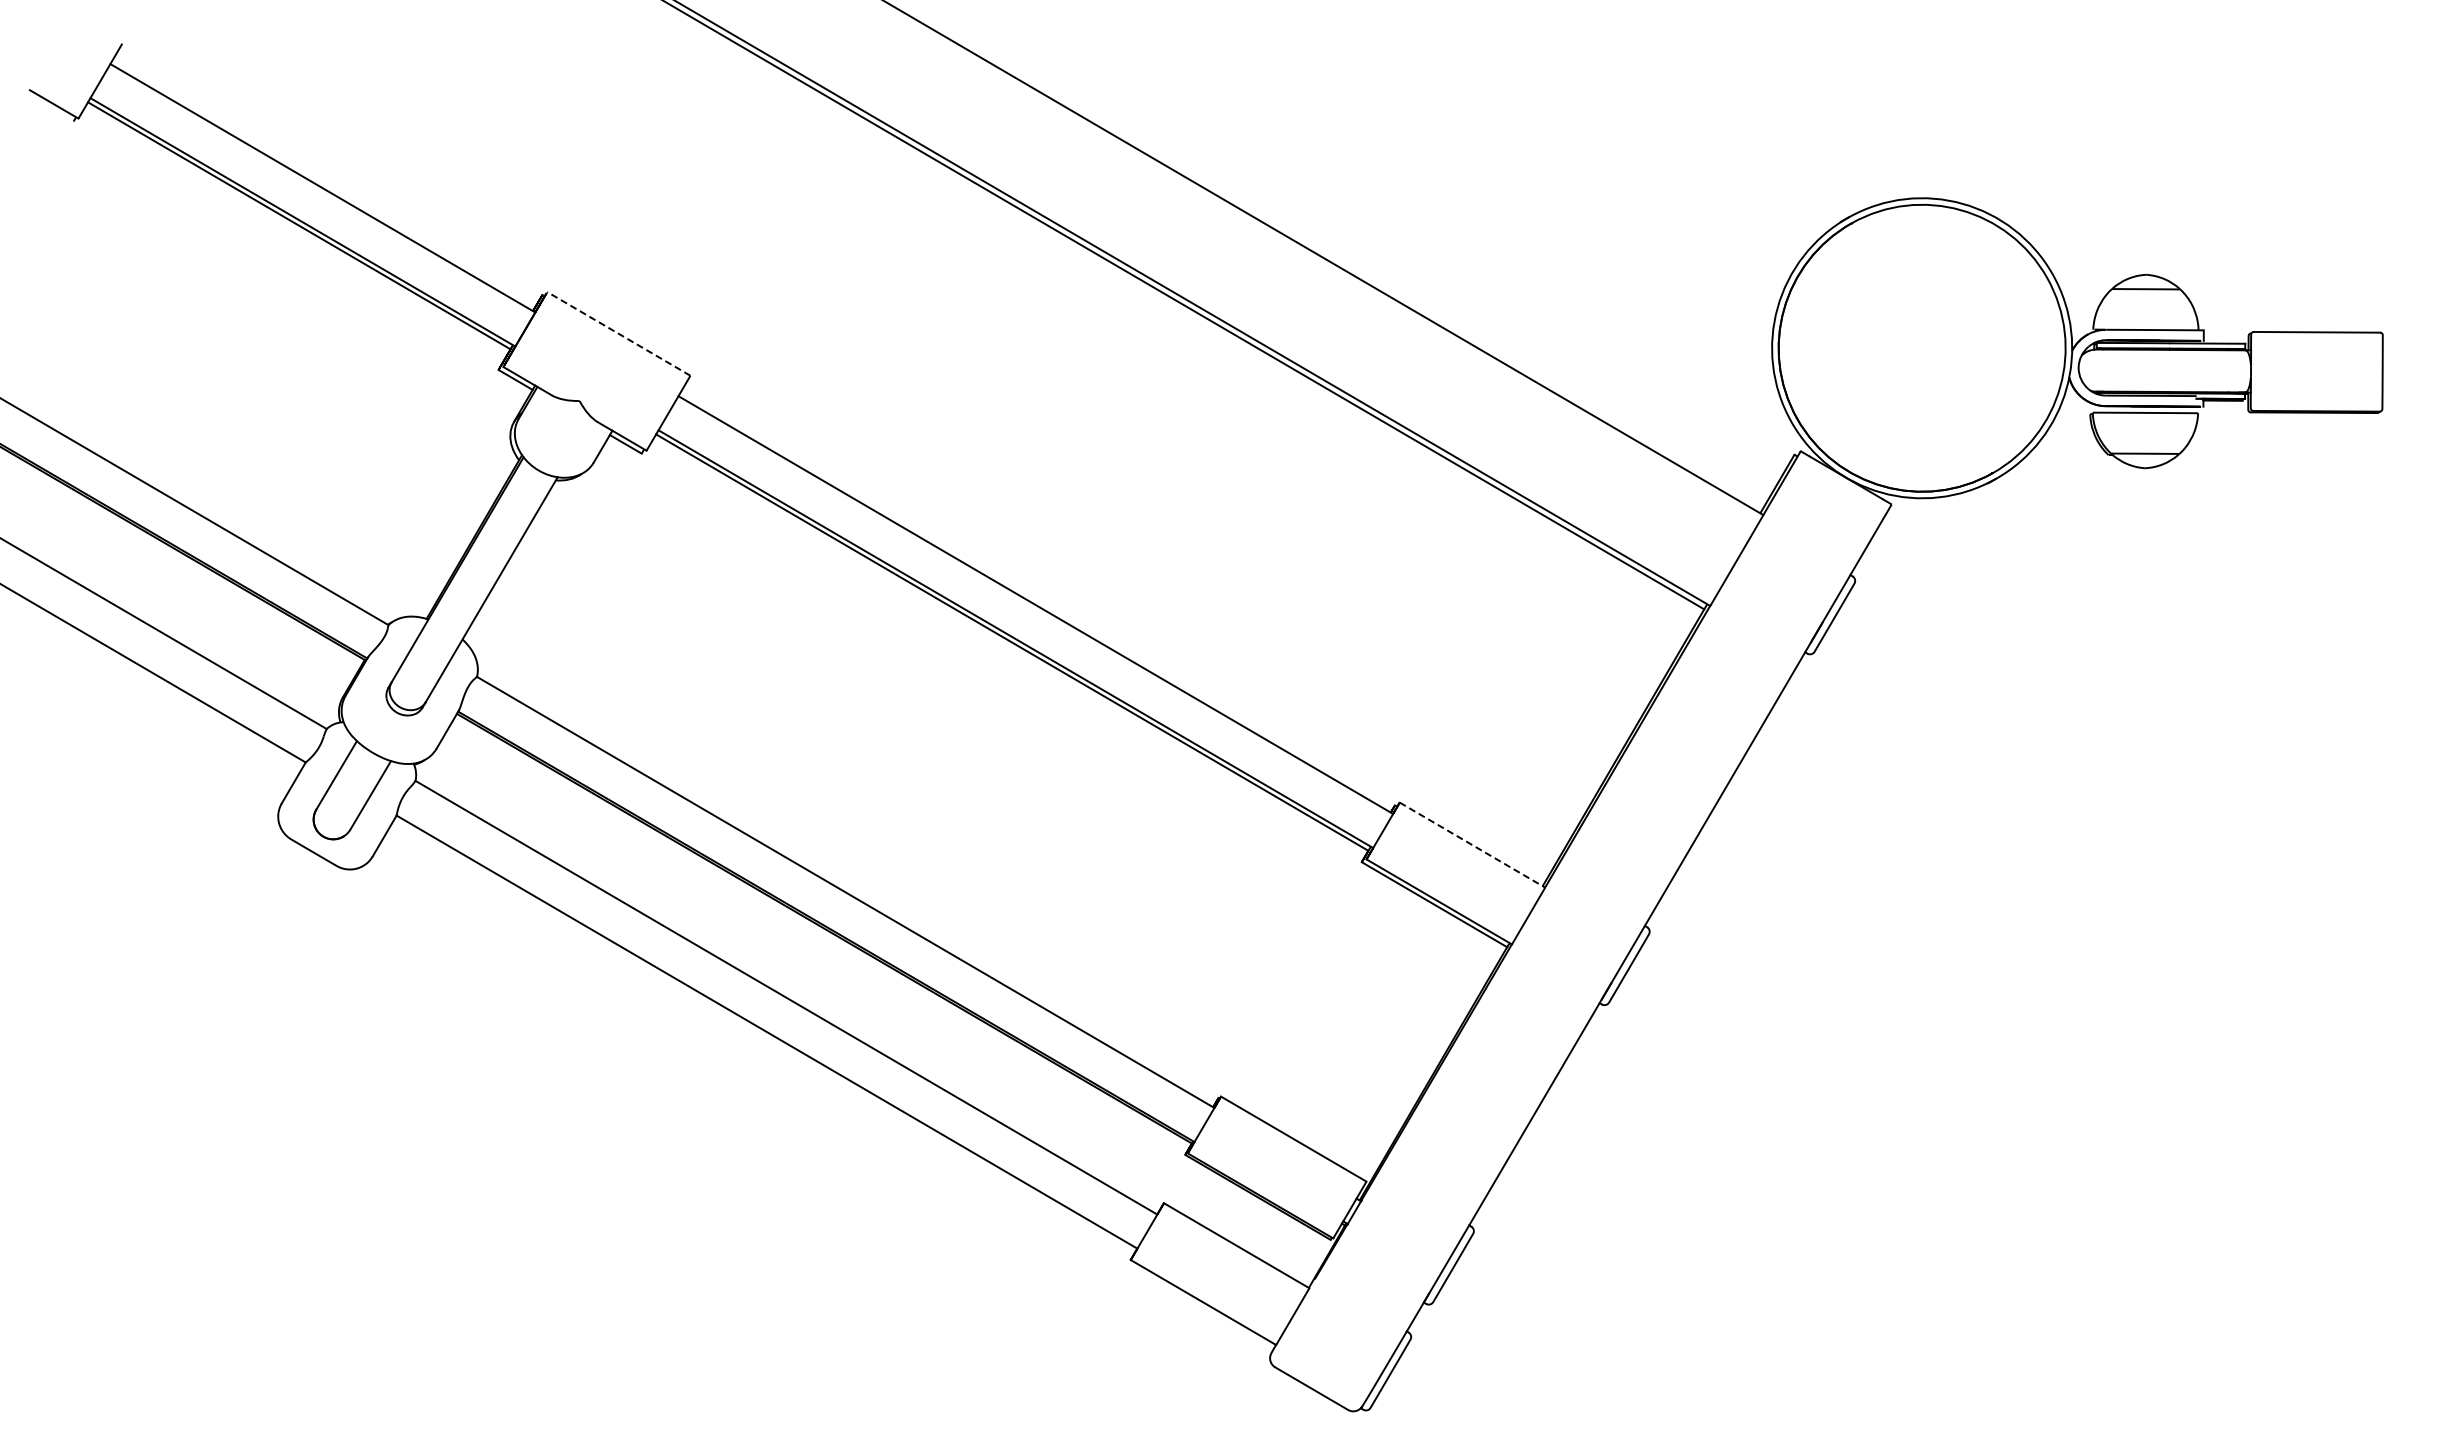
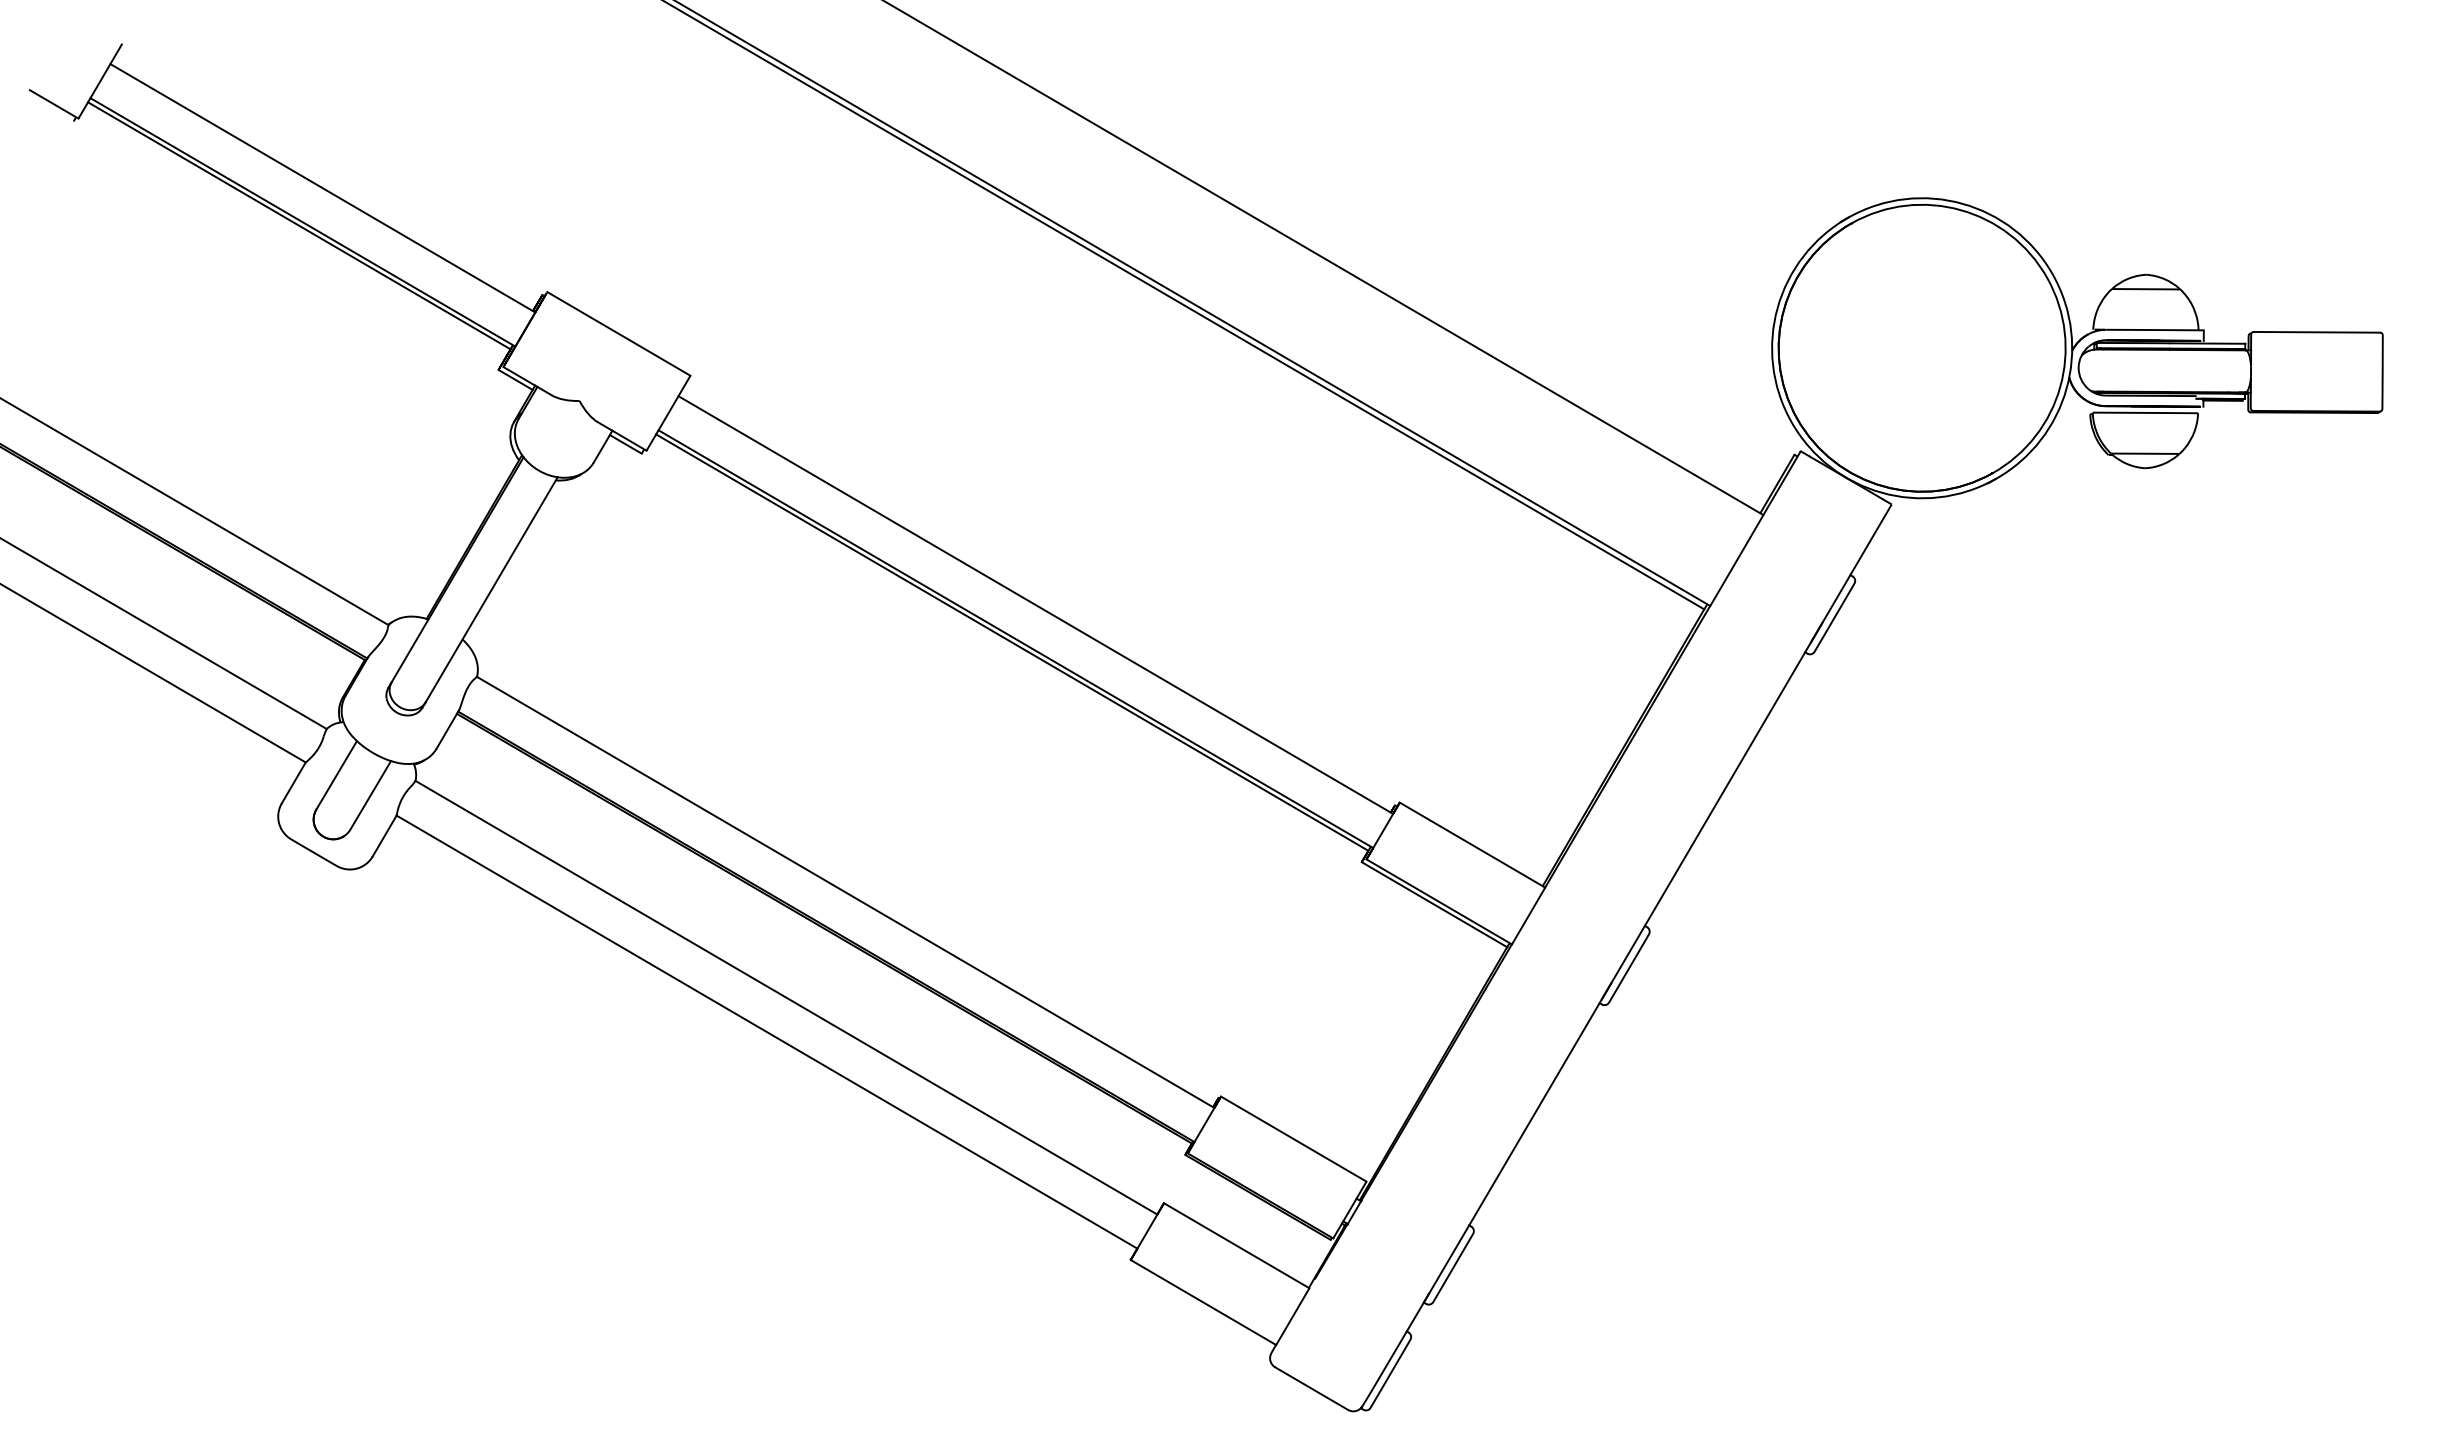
line at (618, 333): dashed -> solid
line at (1472, 845): dashed -> solid
